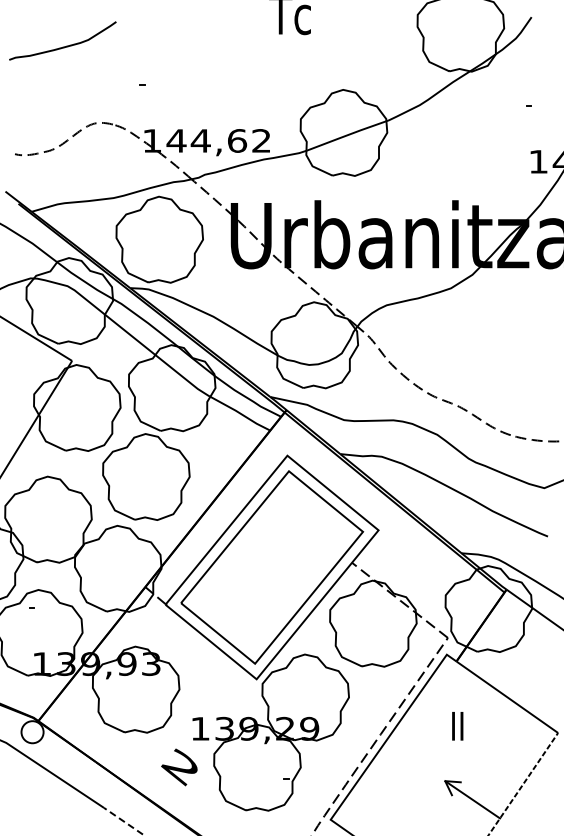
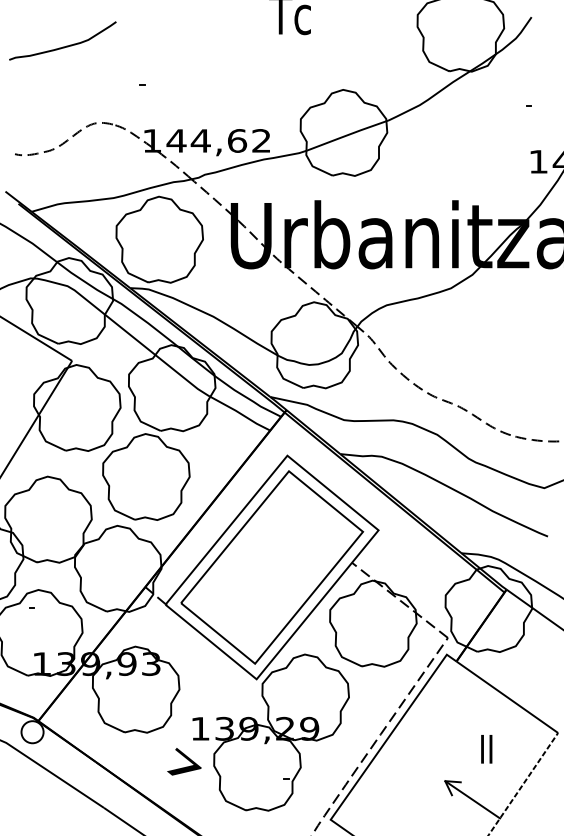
text at (457, 726) position: (457, 726) -> (486, 749)
text at (181, 767): 2 -> 7
line at (123, 821): dashed -> solid
